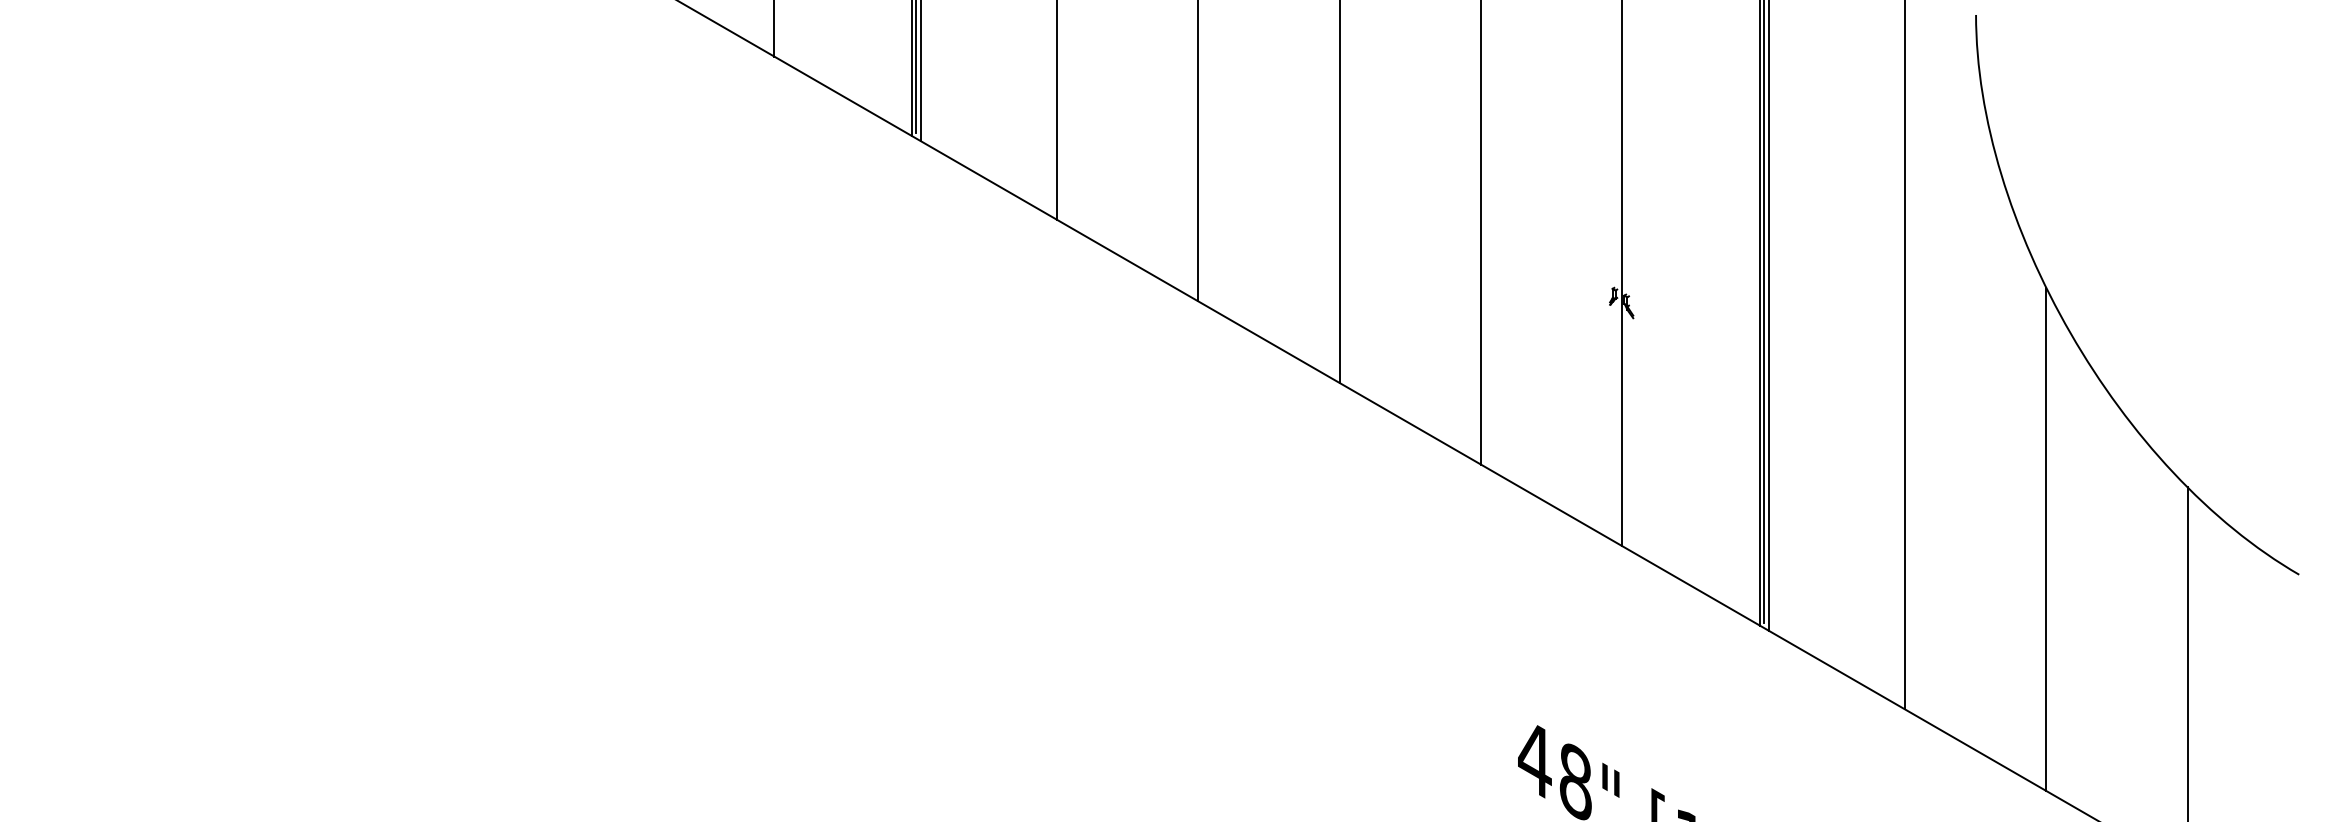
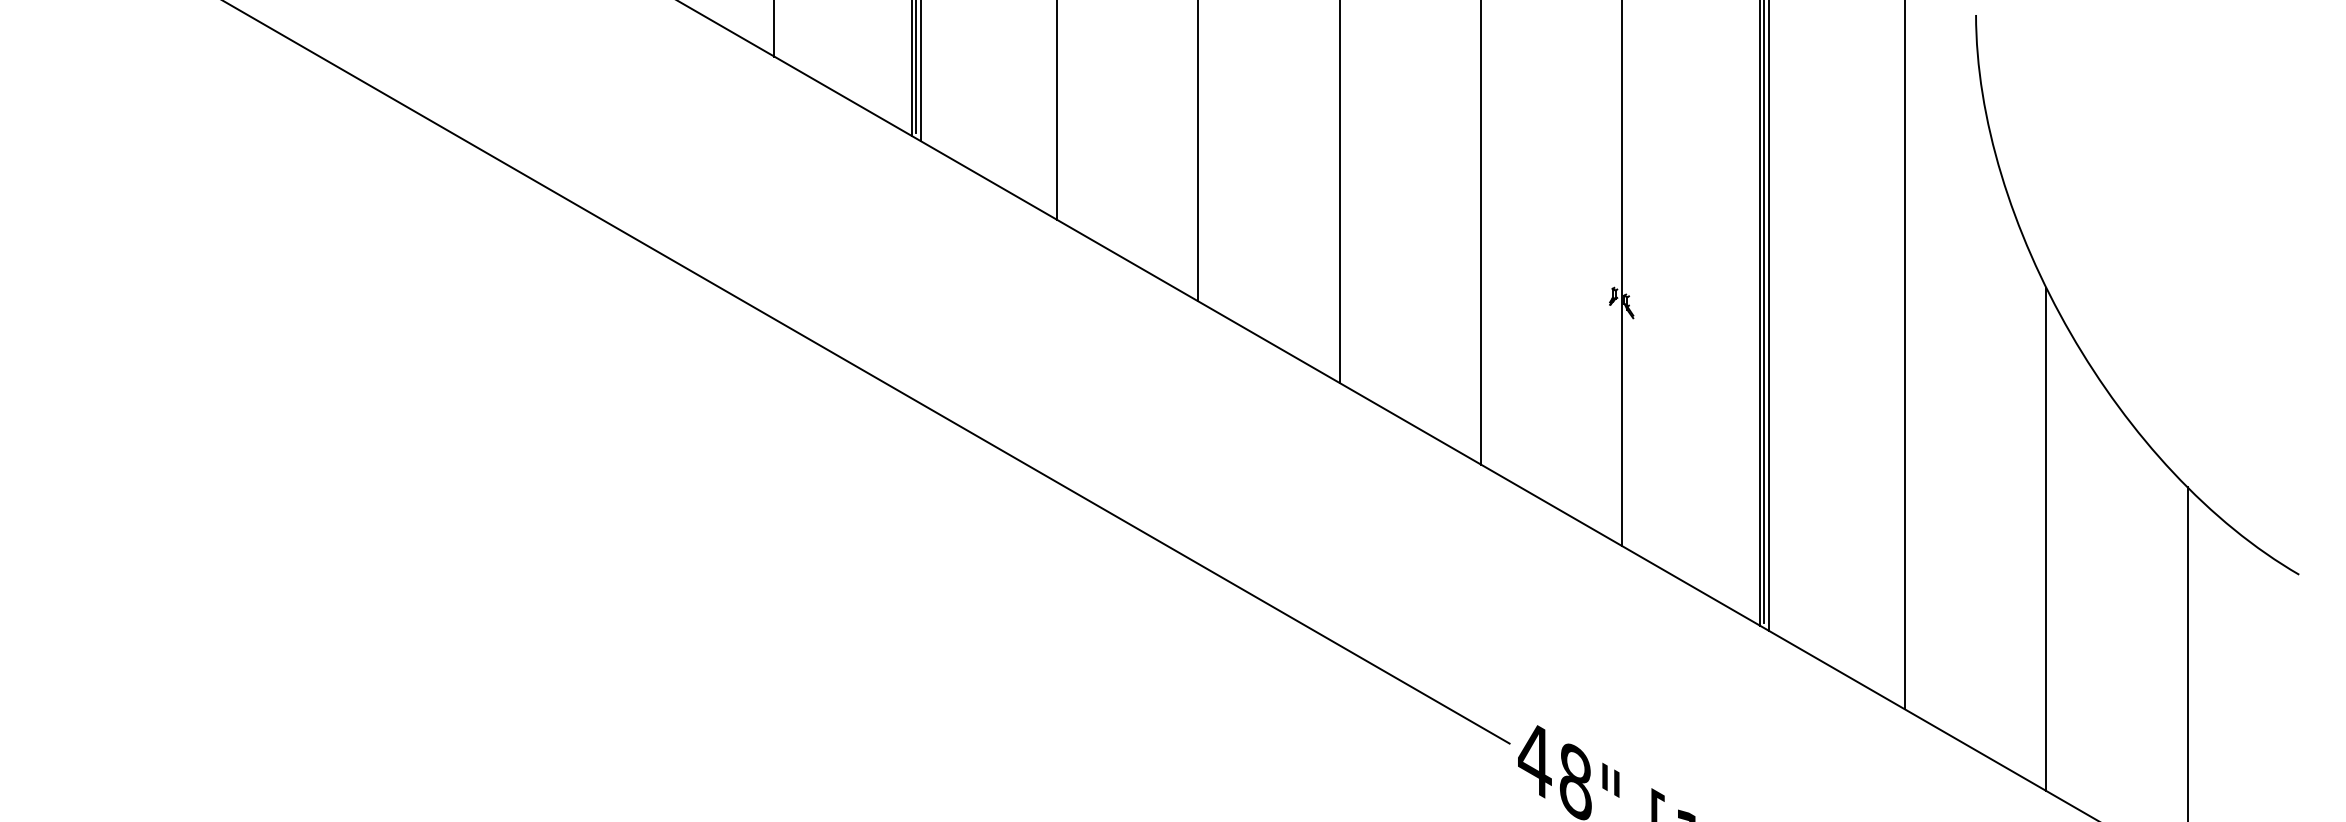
line at (867, 372): none -> present
